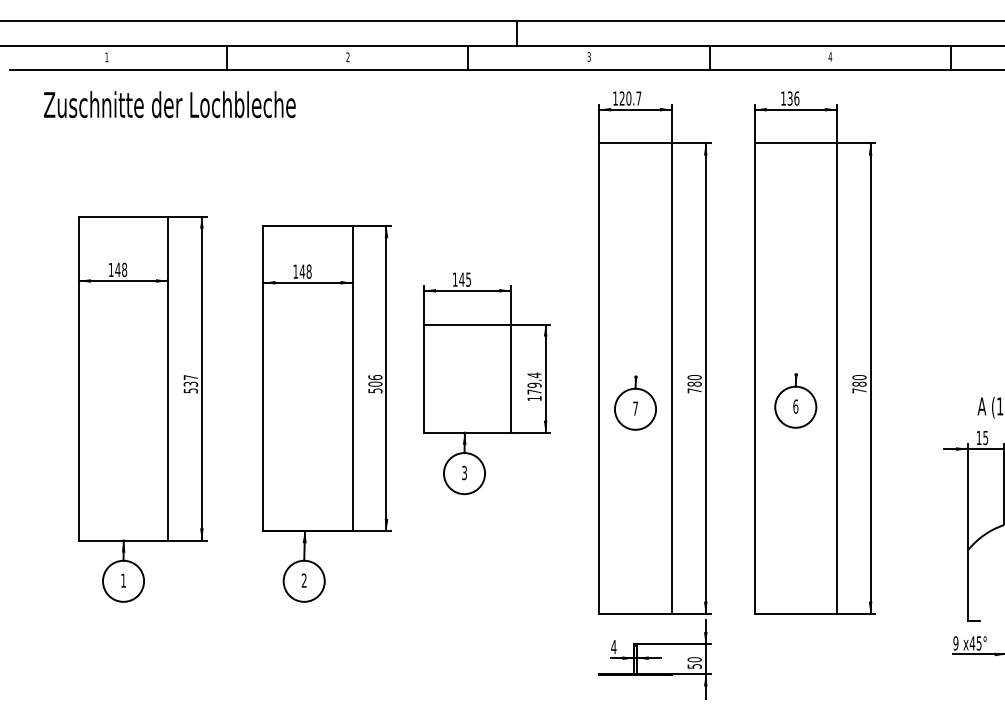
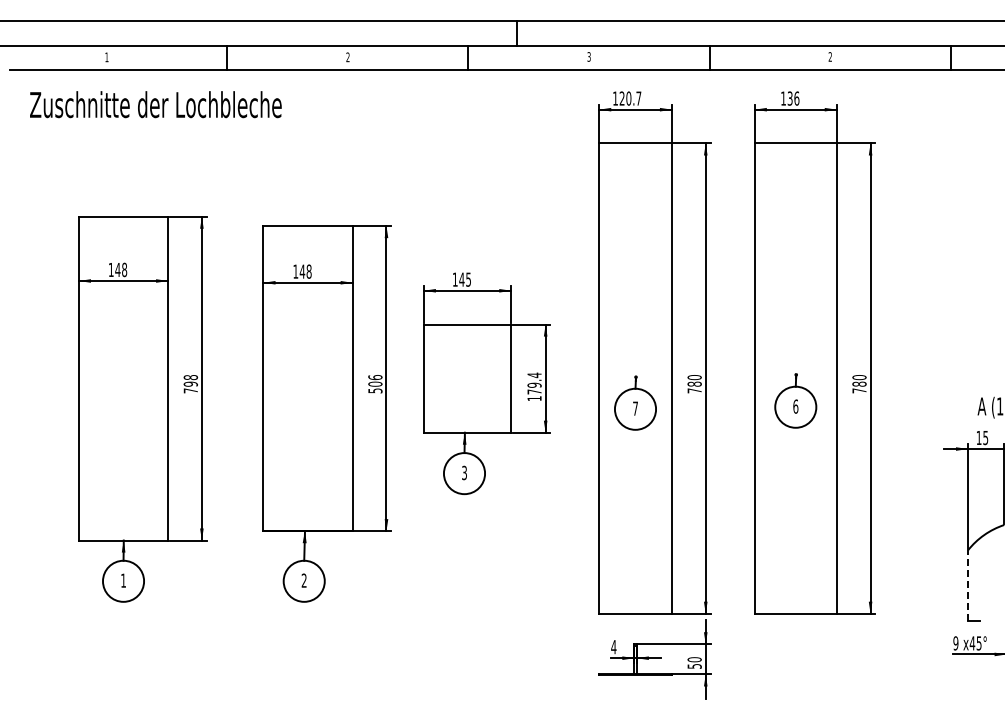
text at (830, 56): 4 -> 2
text at (169, 104) position: (169, 104) -> (155, 104)
text at (190, 384): 537 -> 798
line at (968, 585): solid -> dashed
